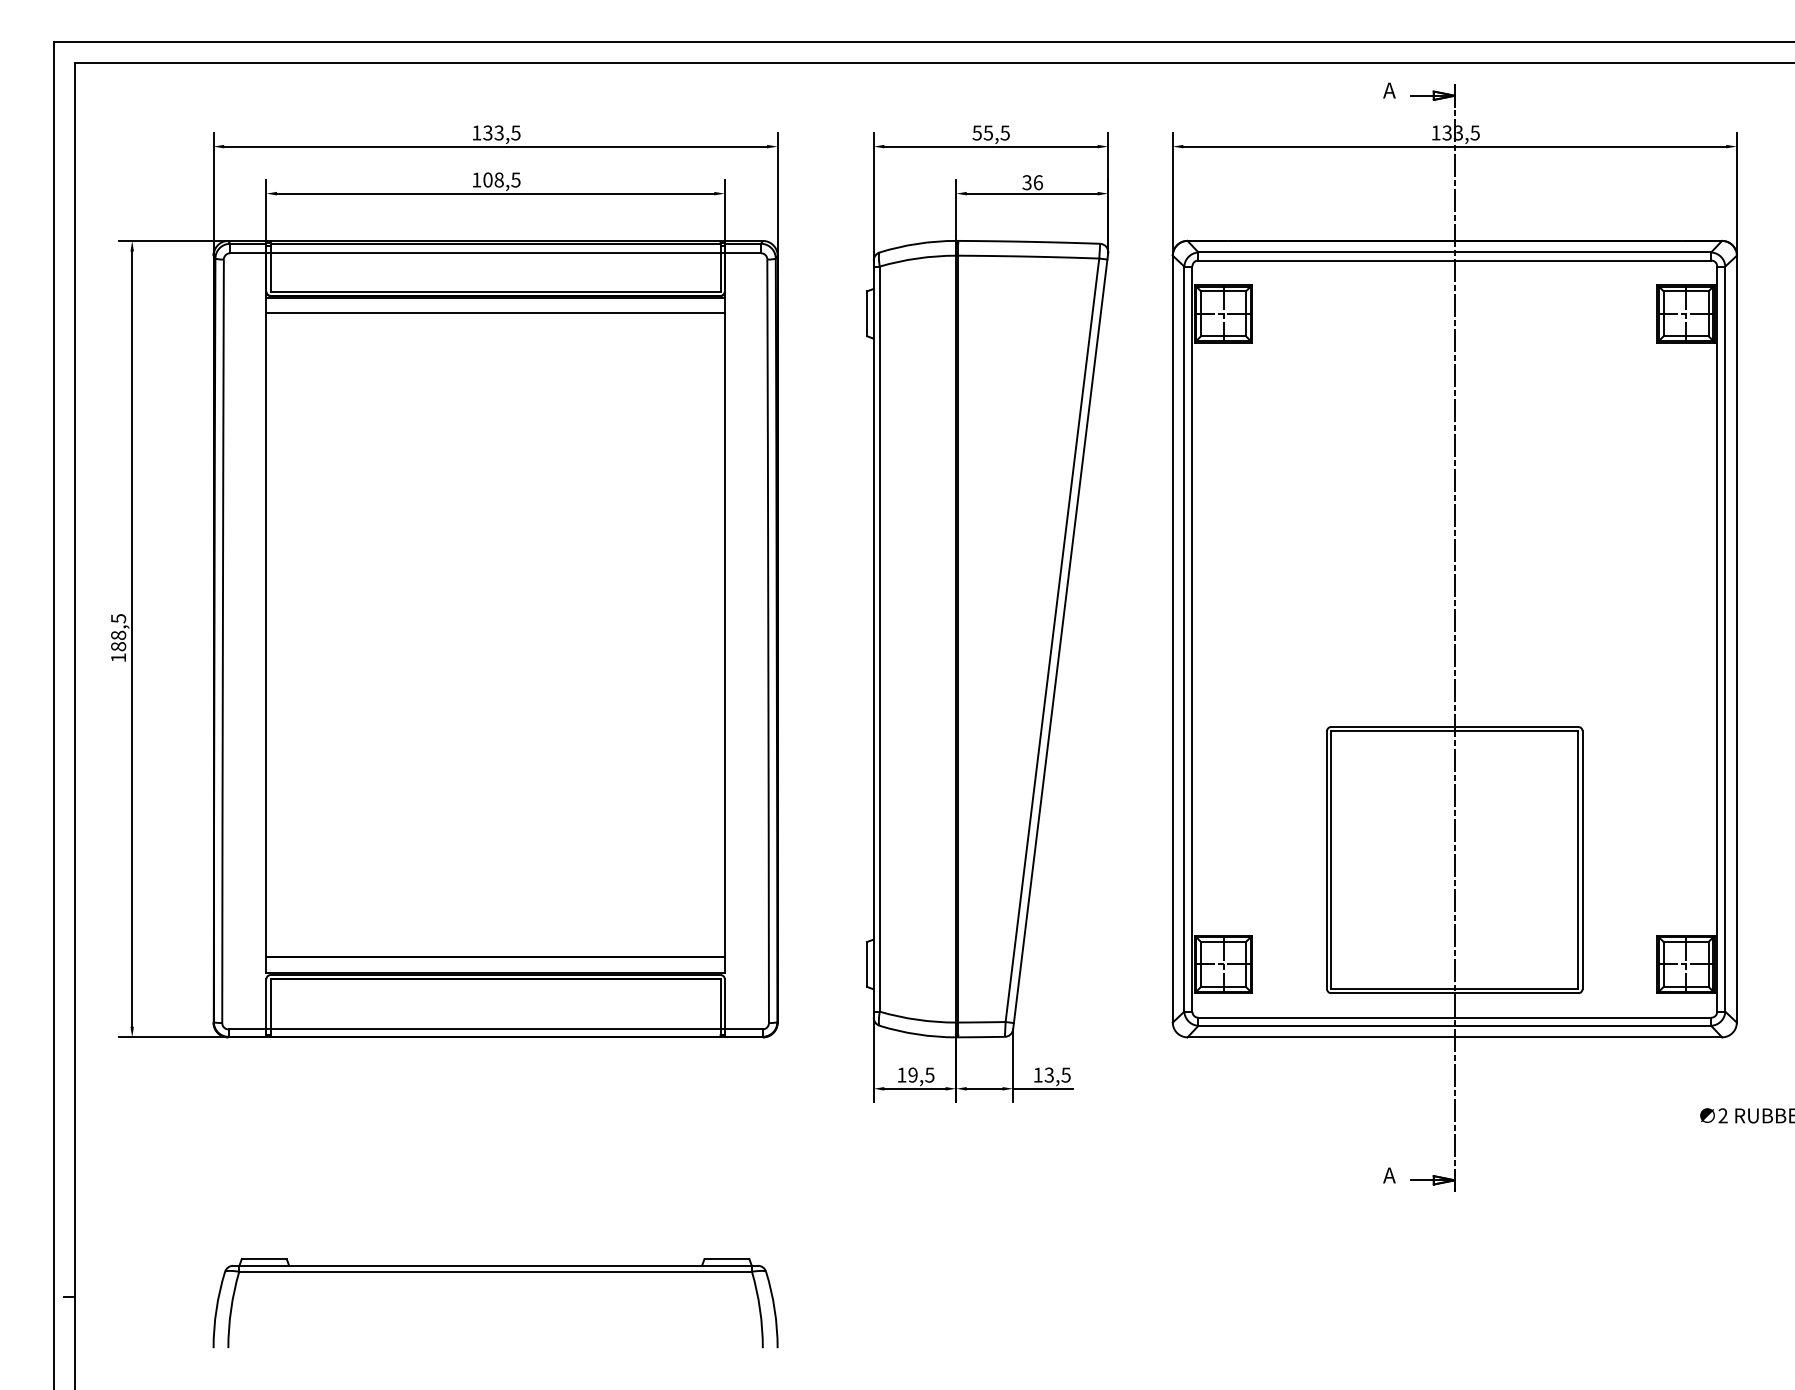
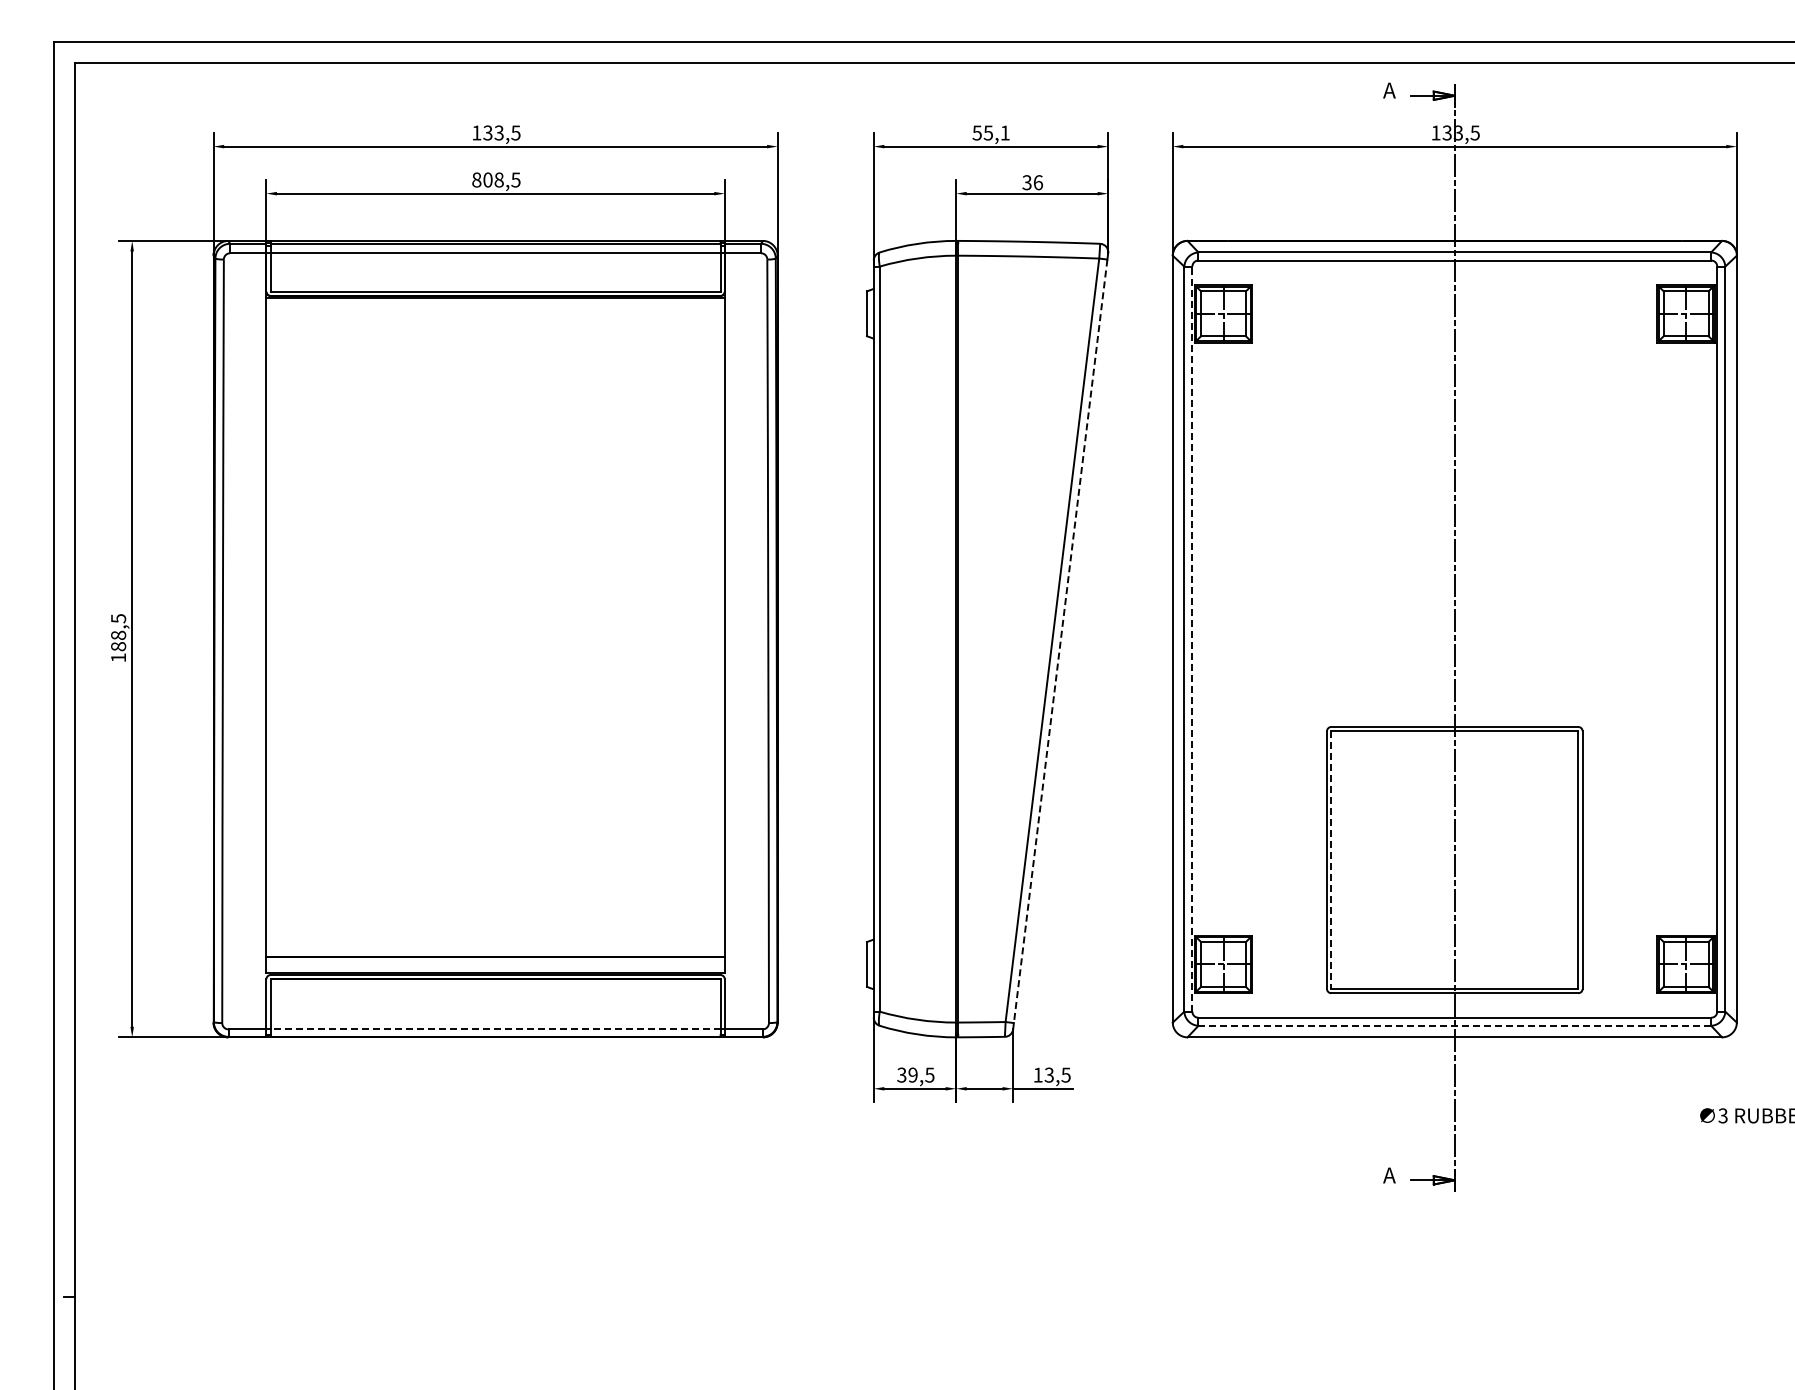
text at (1004, 132): 55,5 -> 55,1
text at (476, 179): 108,5 -> 808,5
line at (495, 312): present -> none
line at (1192, 639): solid -> dashed
line at (1060, 641): solid -> dashed
line at (1331, 860): solid -> dashed
line at (1455, 1025): solid -> dashed
line at (495, 1029): solid -> dashed
text at (901, 1074): 19,5 -> 39,5
text at (1722, 1116): 2 -> 3
part at (495, 1272): present -> none
